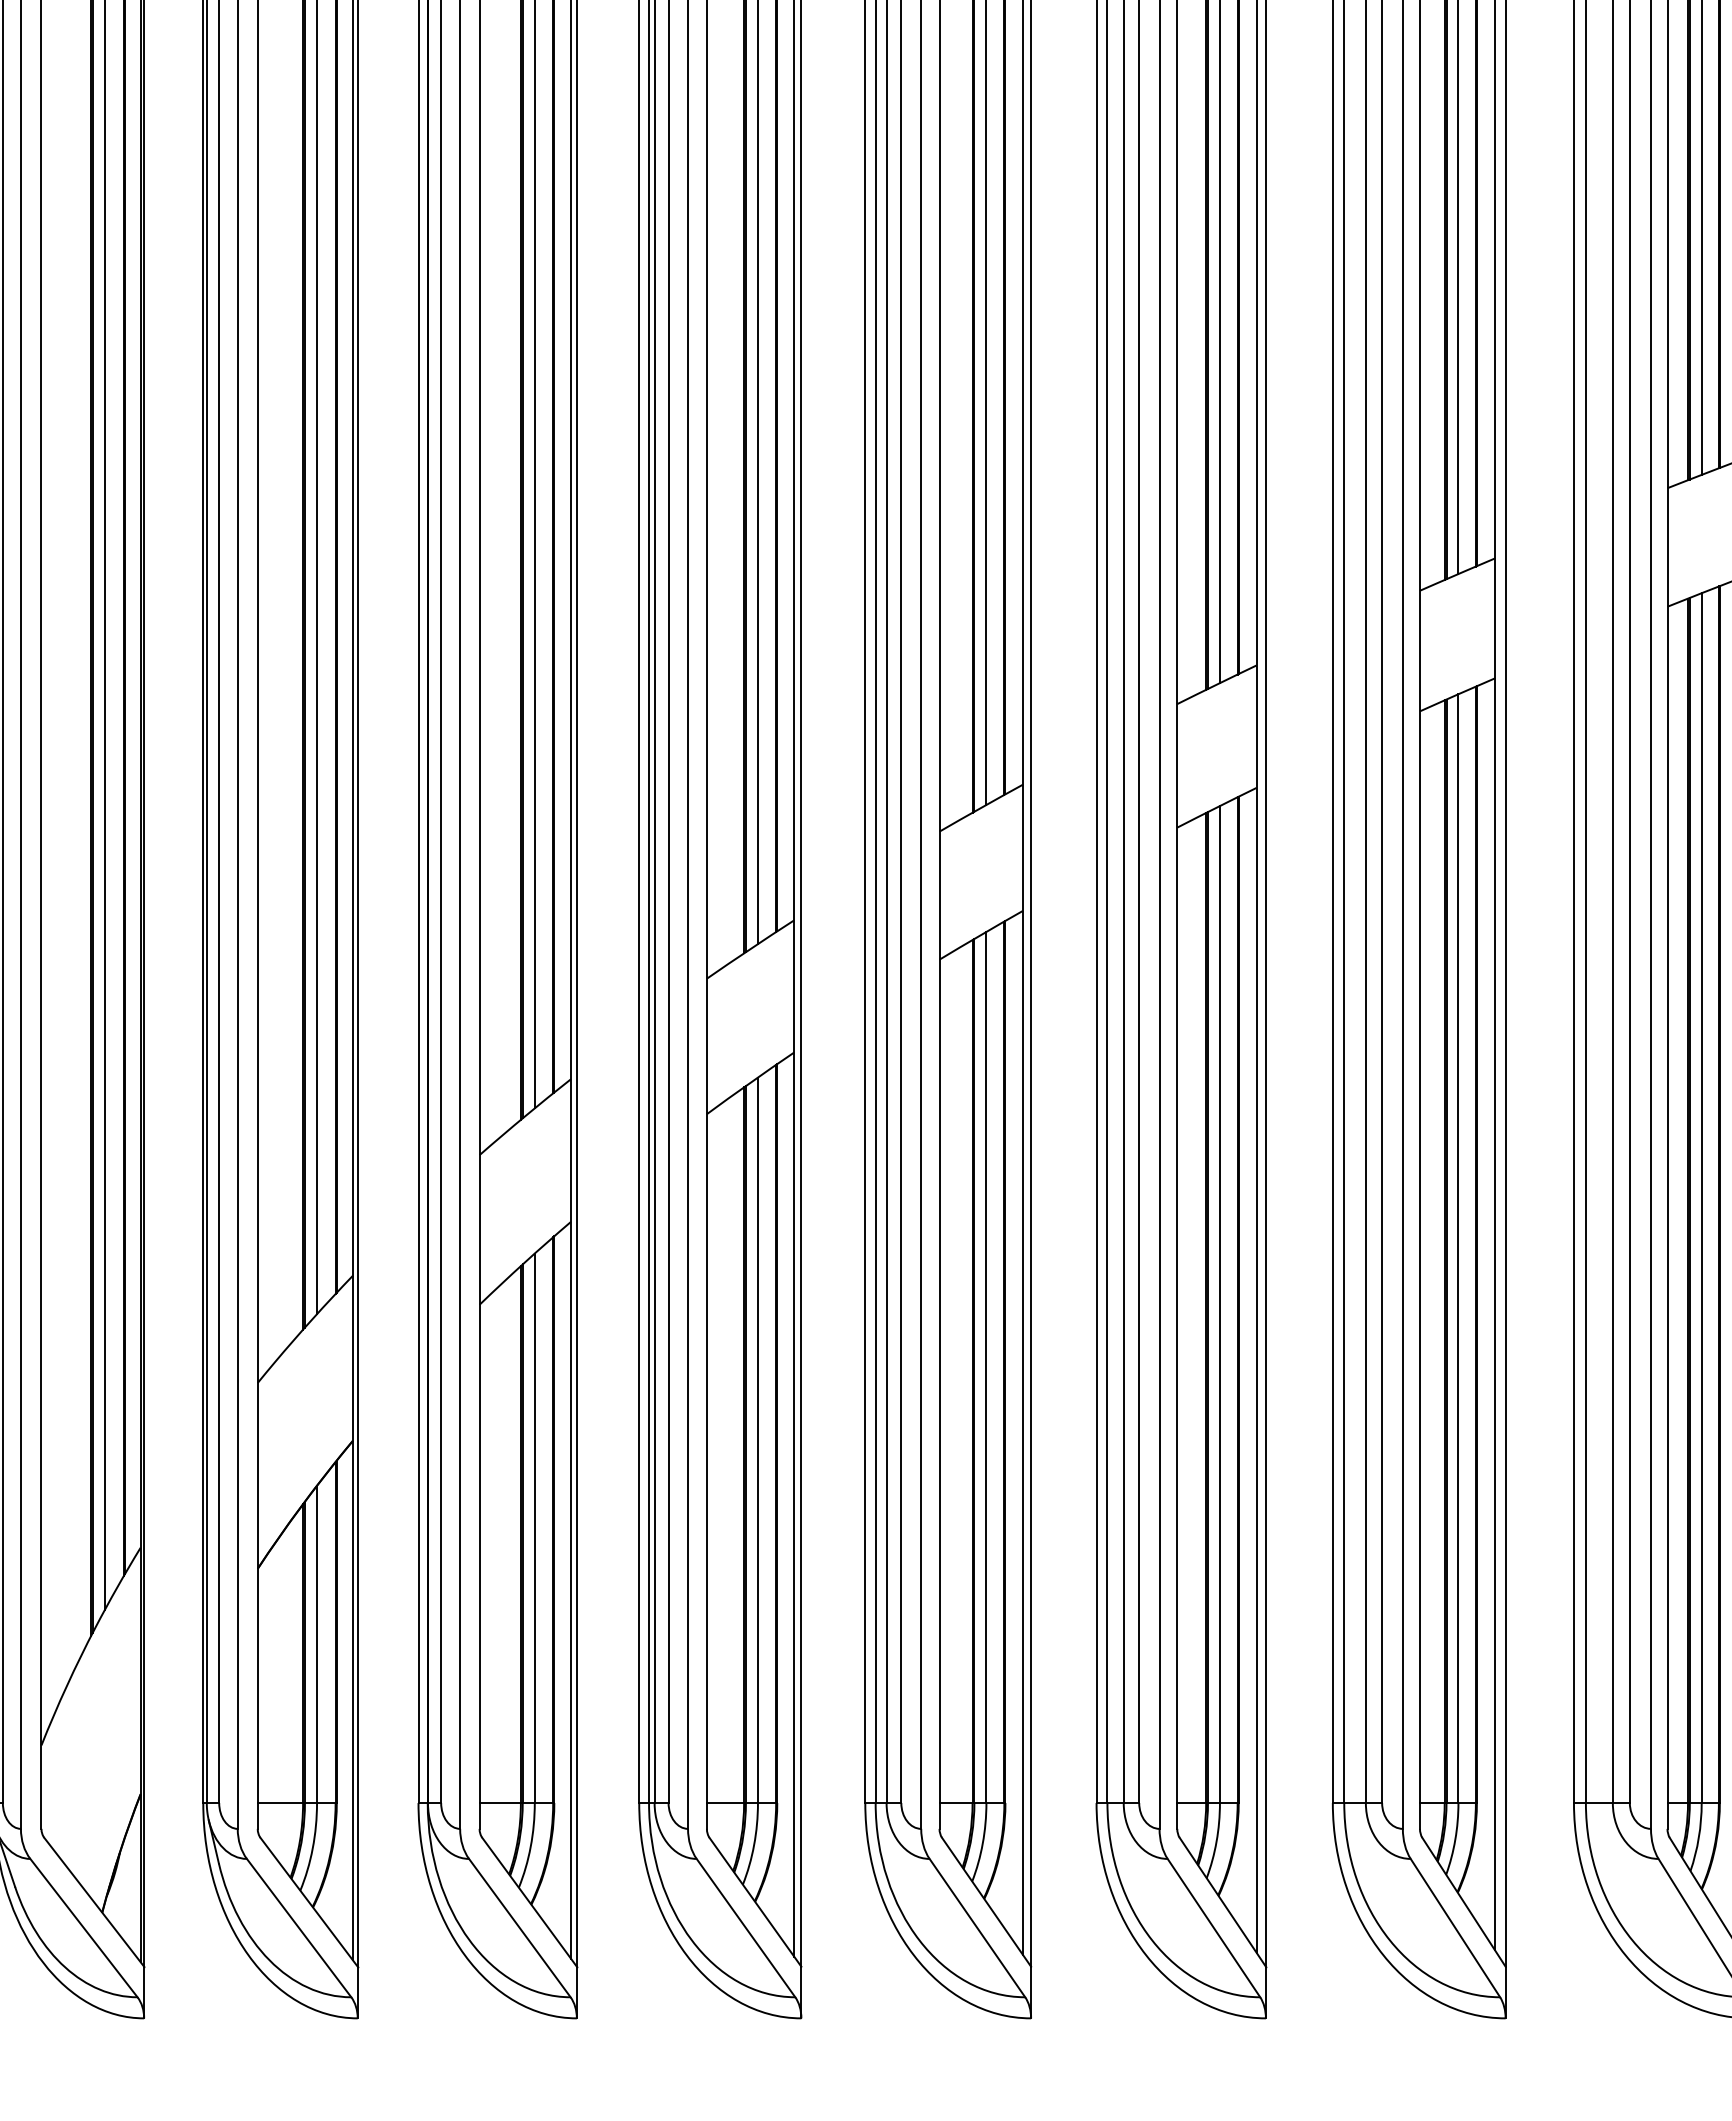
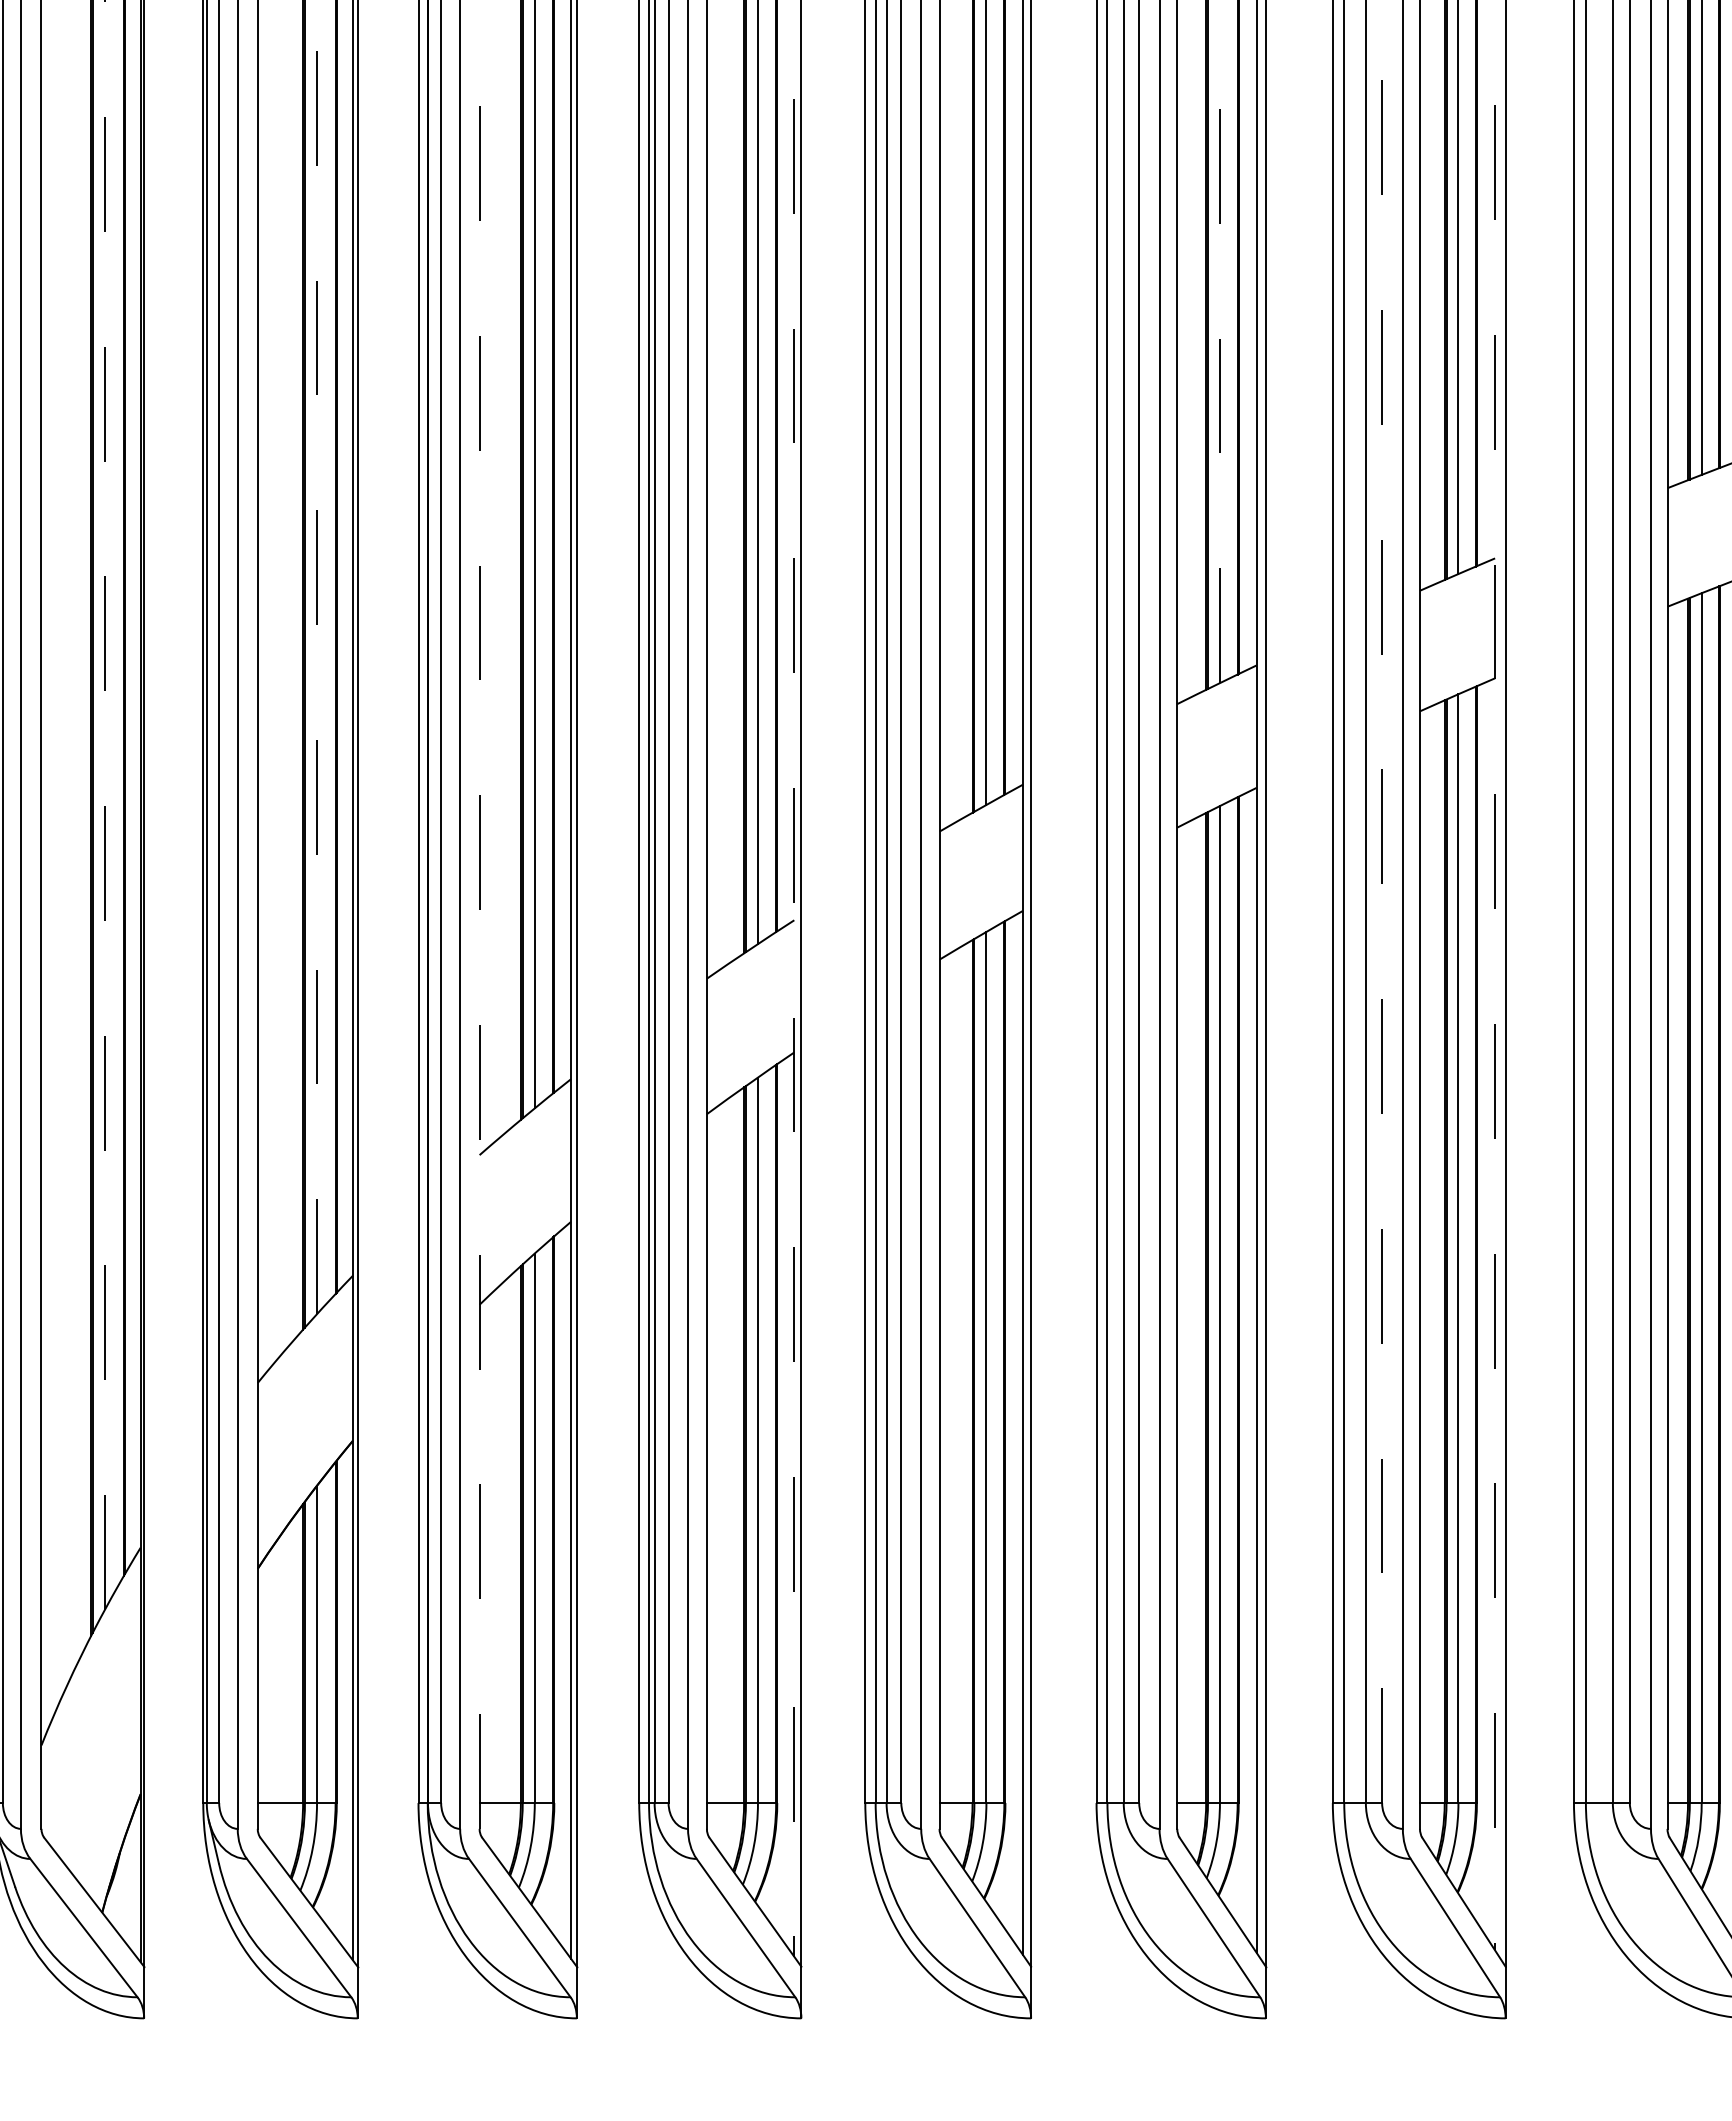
line at (1219, 341): solid -> dashed
line at (317, 657): solid -> dashed
line at (104, 805): solid -> dashed
line at (1382, 901): solid -> dashed
line at (479, 913): solid -> dashed
line at (1495, 975): solid -> dashed
line at (794, 978): solid -> dashed
